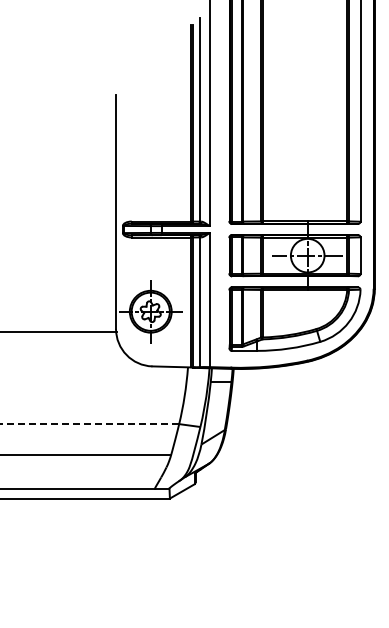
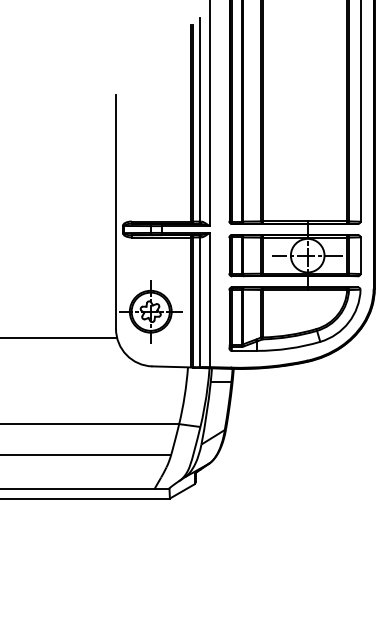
line at (59, 331) position: (59, 331) -> (59, 337)
line at (90, 424): dashed -> solid
